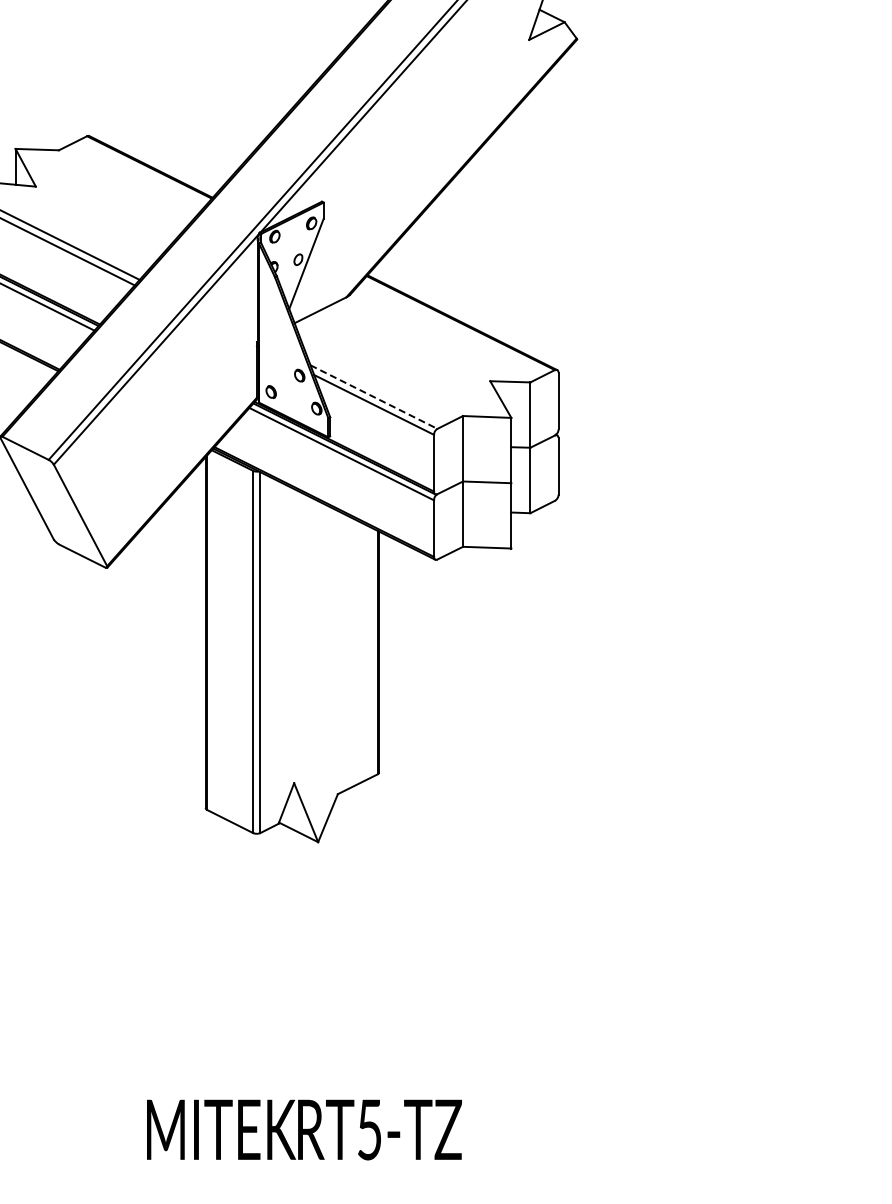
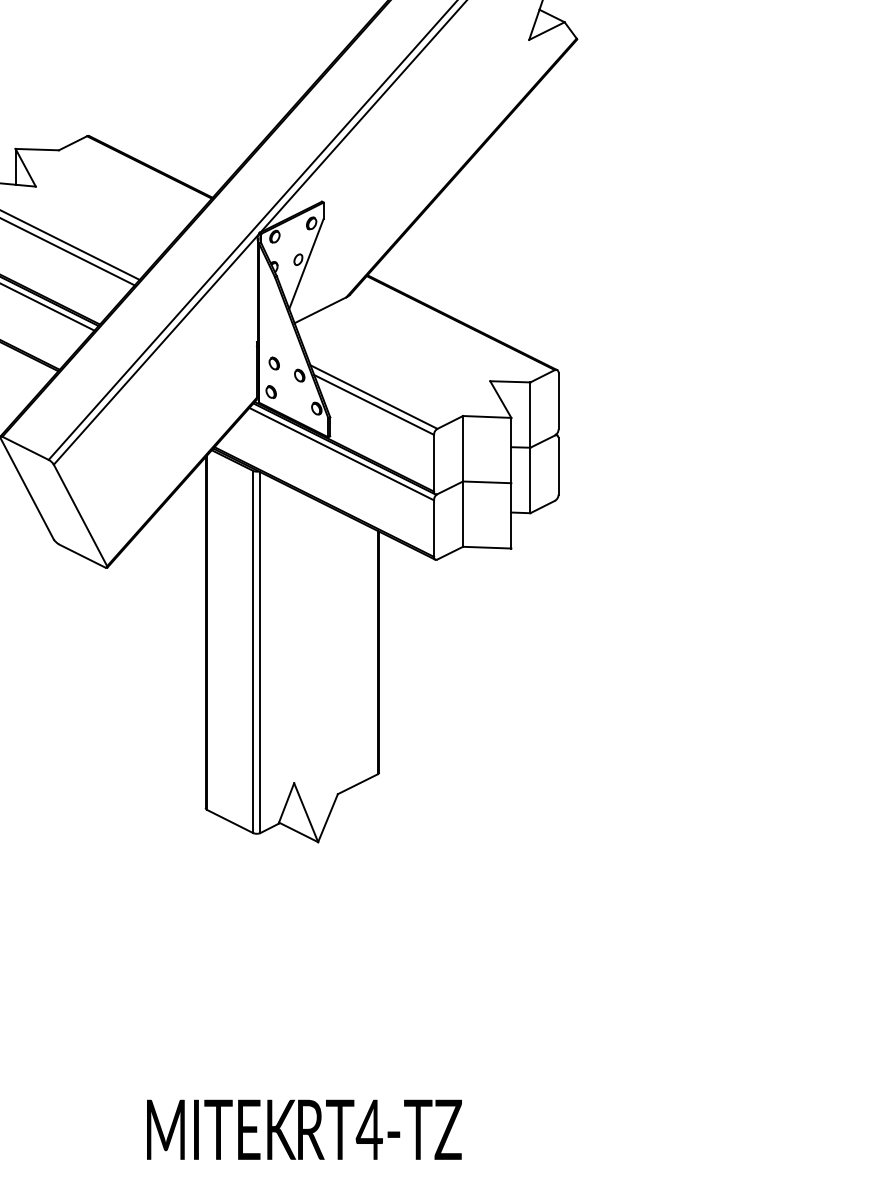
part at (273, 363): none -> present
line at (374, 397): dashed -> solid
text at (368, 1129): RT5-TZ -> RT4-TZ
